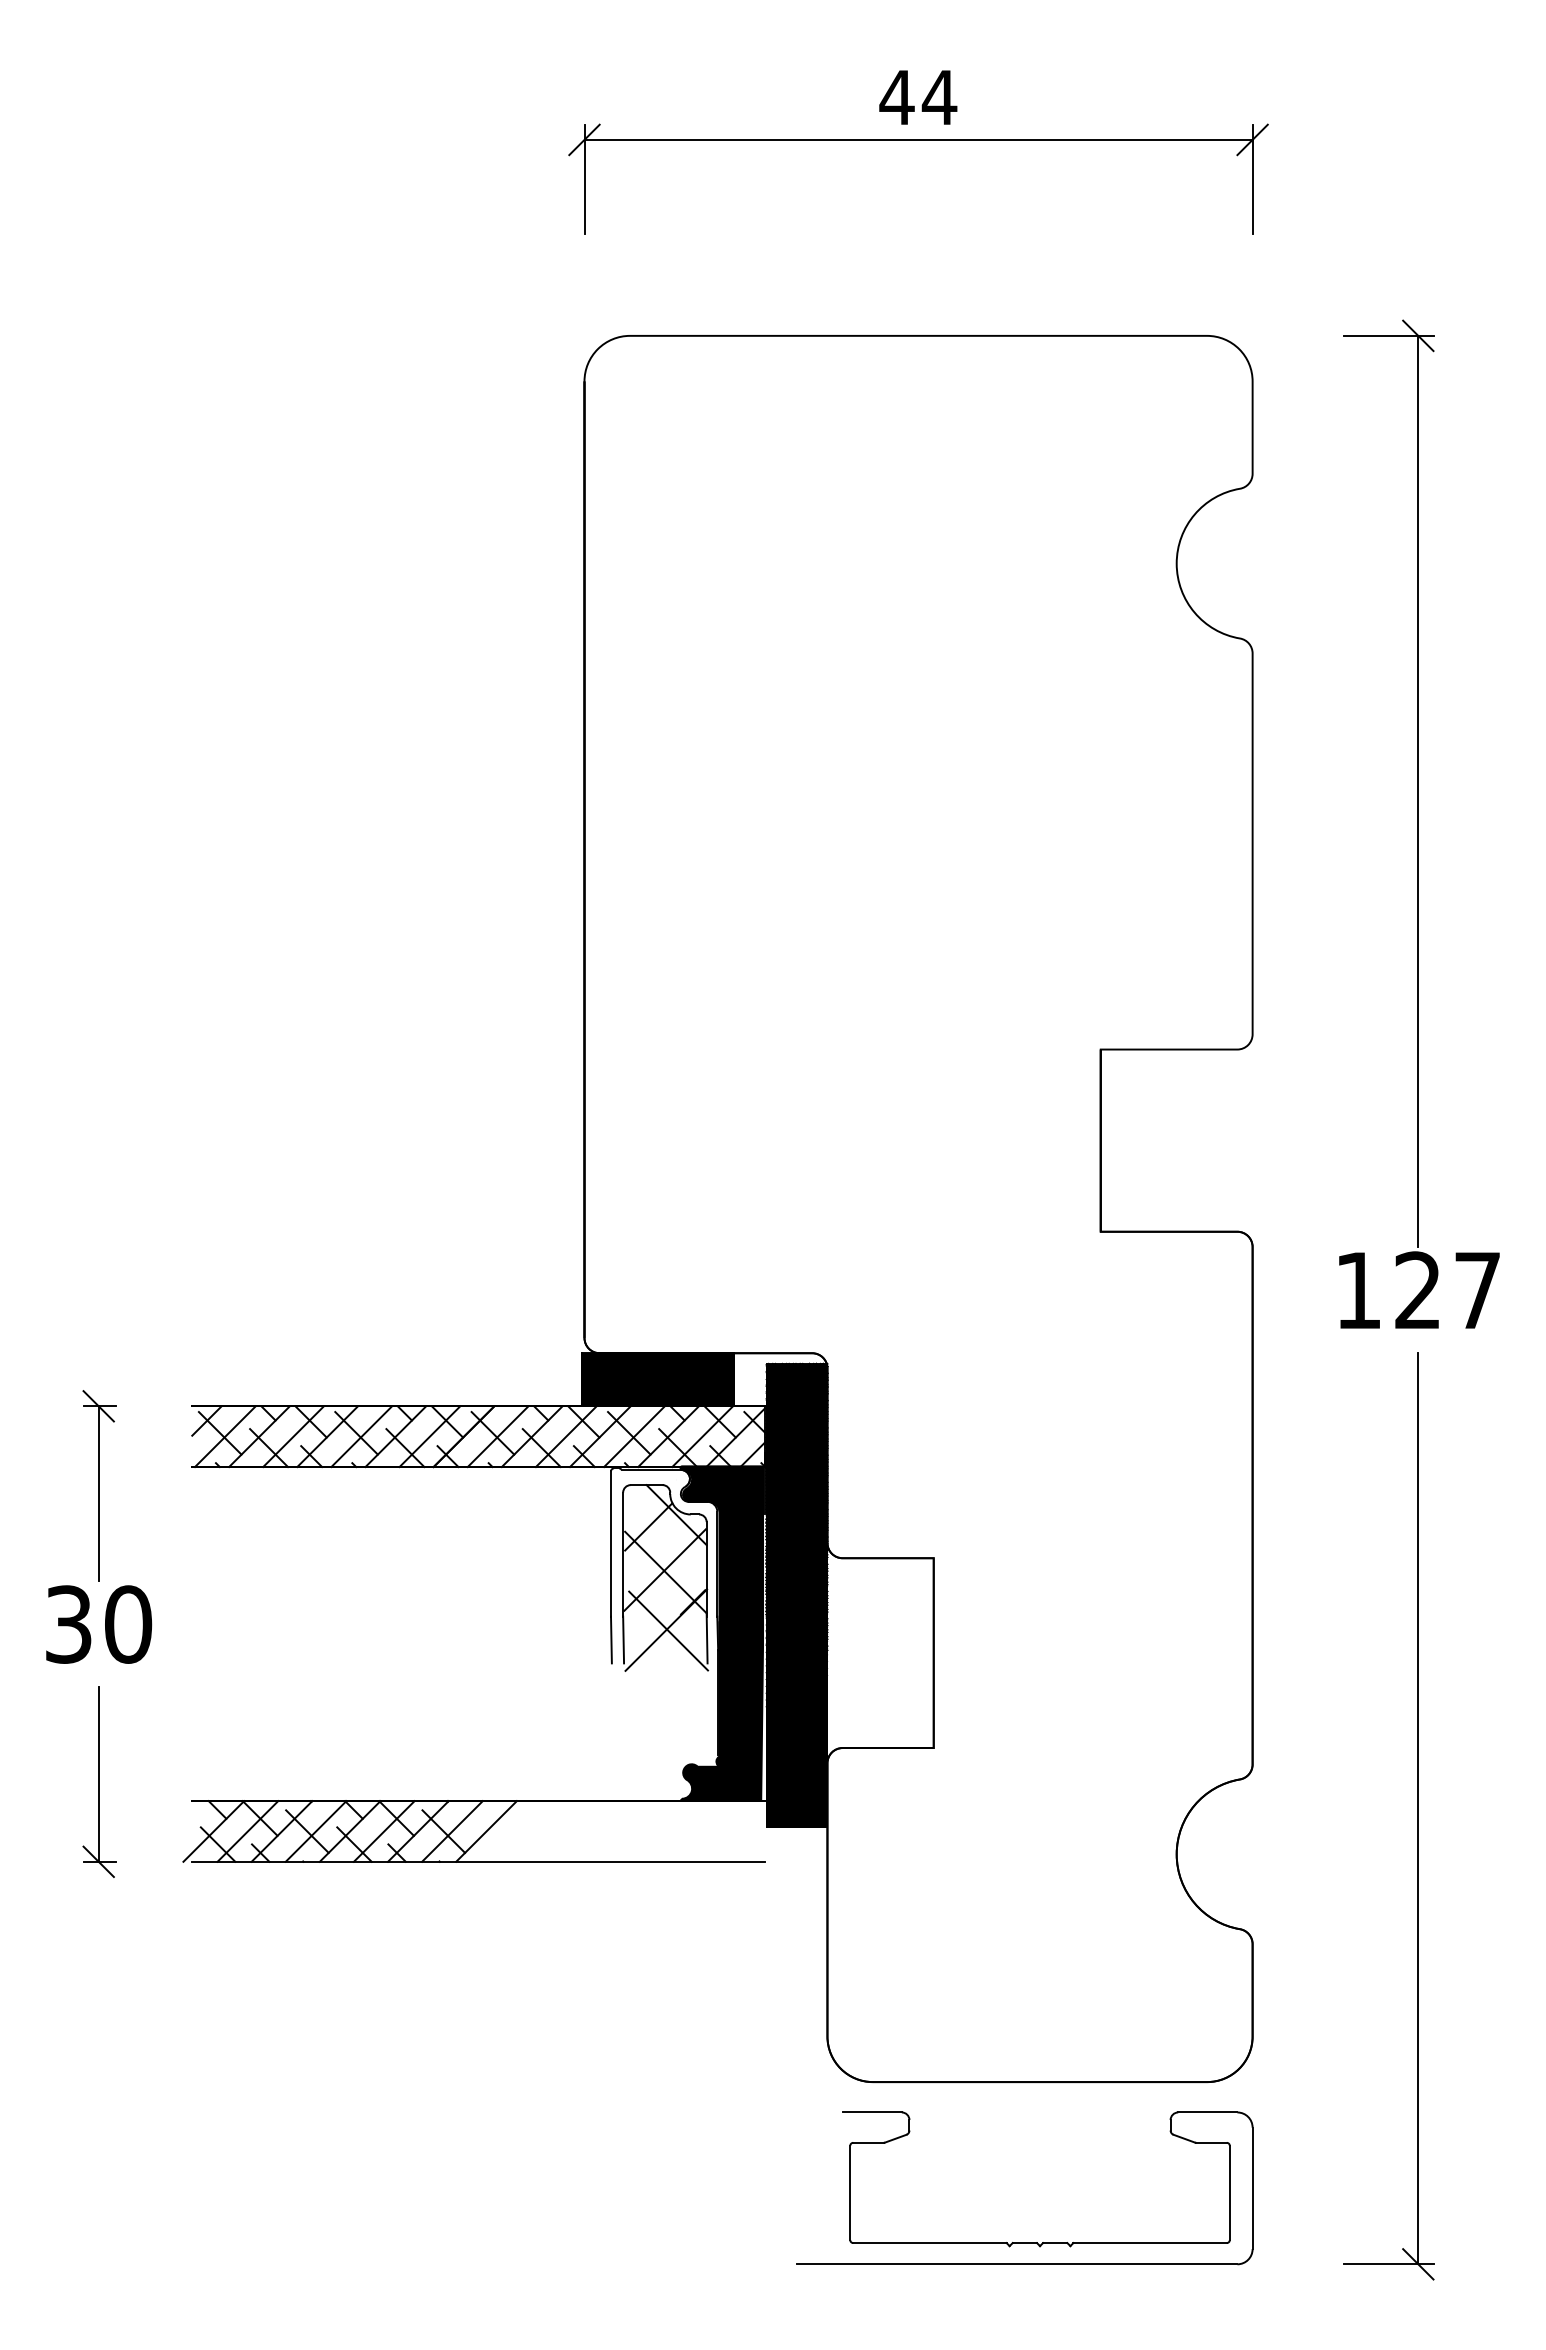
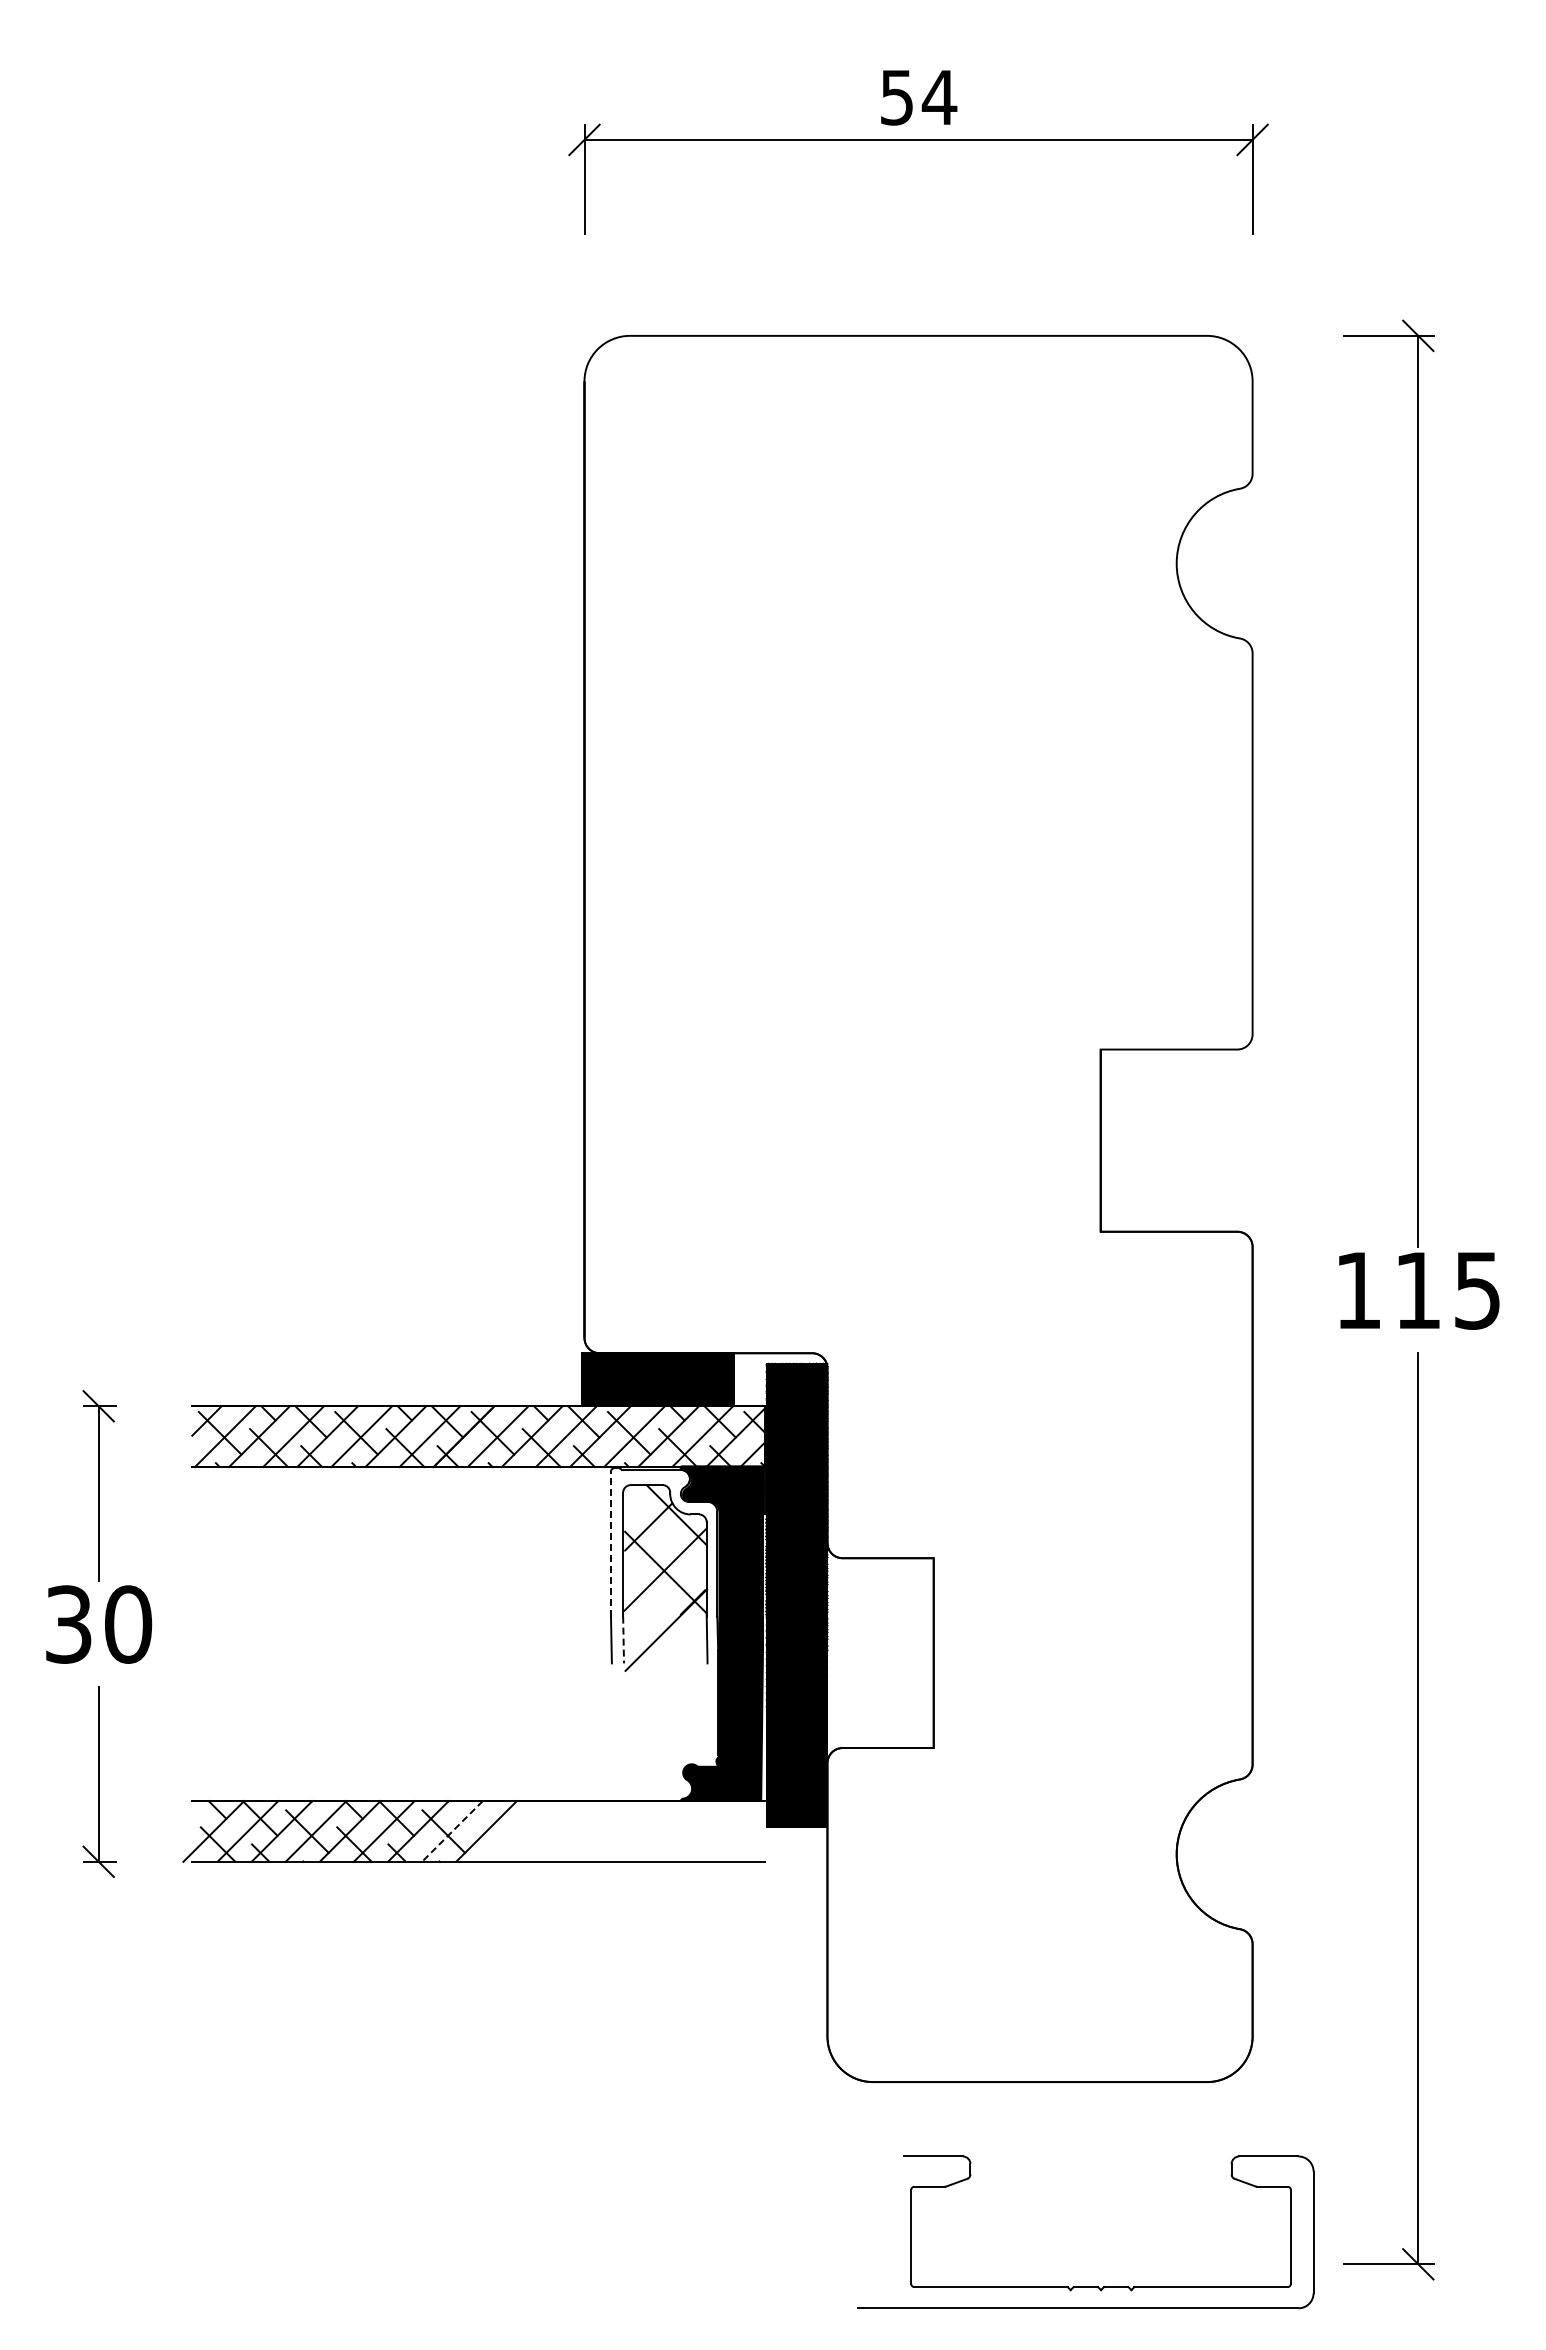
text at (896, 97): 44 -> 54
text at (1447, 1290): 127 -> 115
line at (611, 1544): solid -> dashed
line at (668, 1630): present -> none
line at (623, 1640): solid -> dashed
line at (452, 1831): solid -> dashed
part at (1024, 2242) position: (1024, 2242) -> (1085, 2286)
